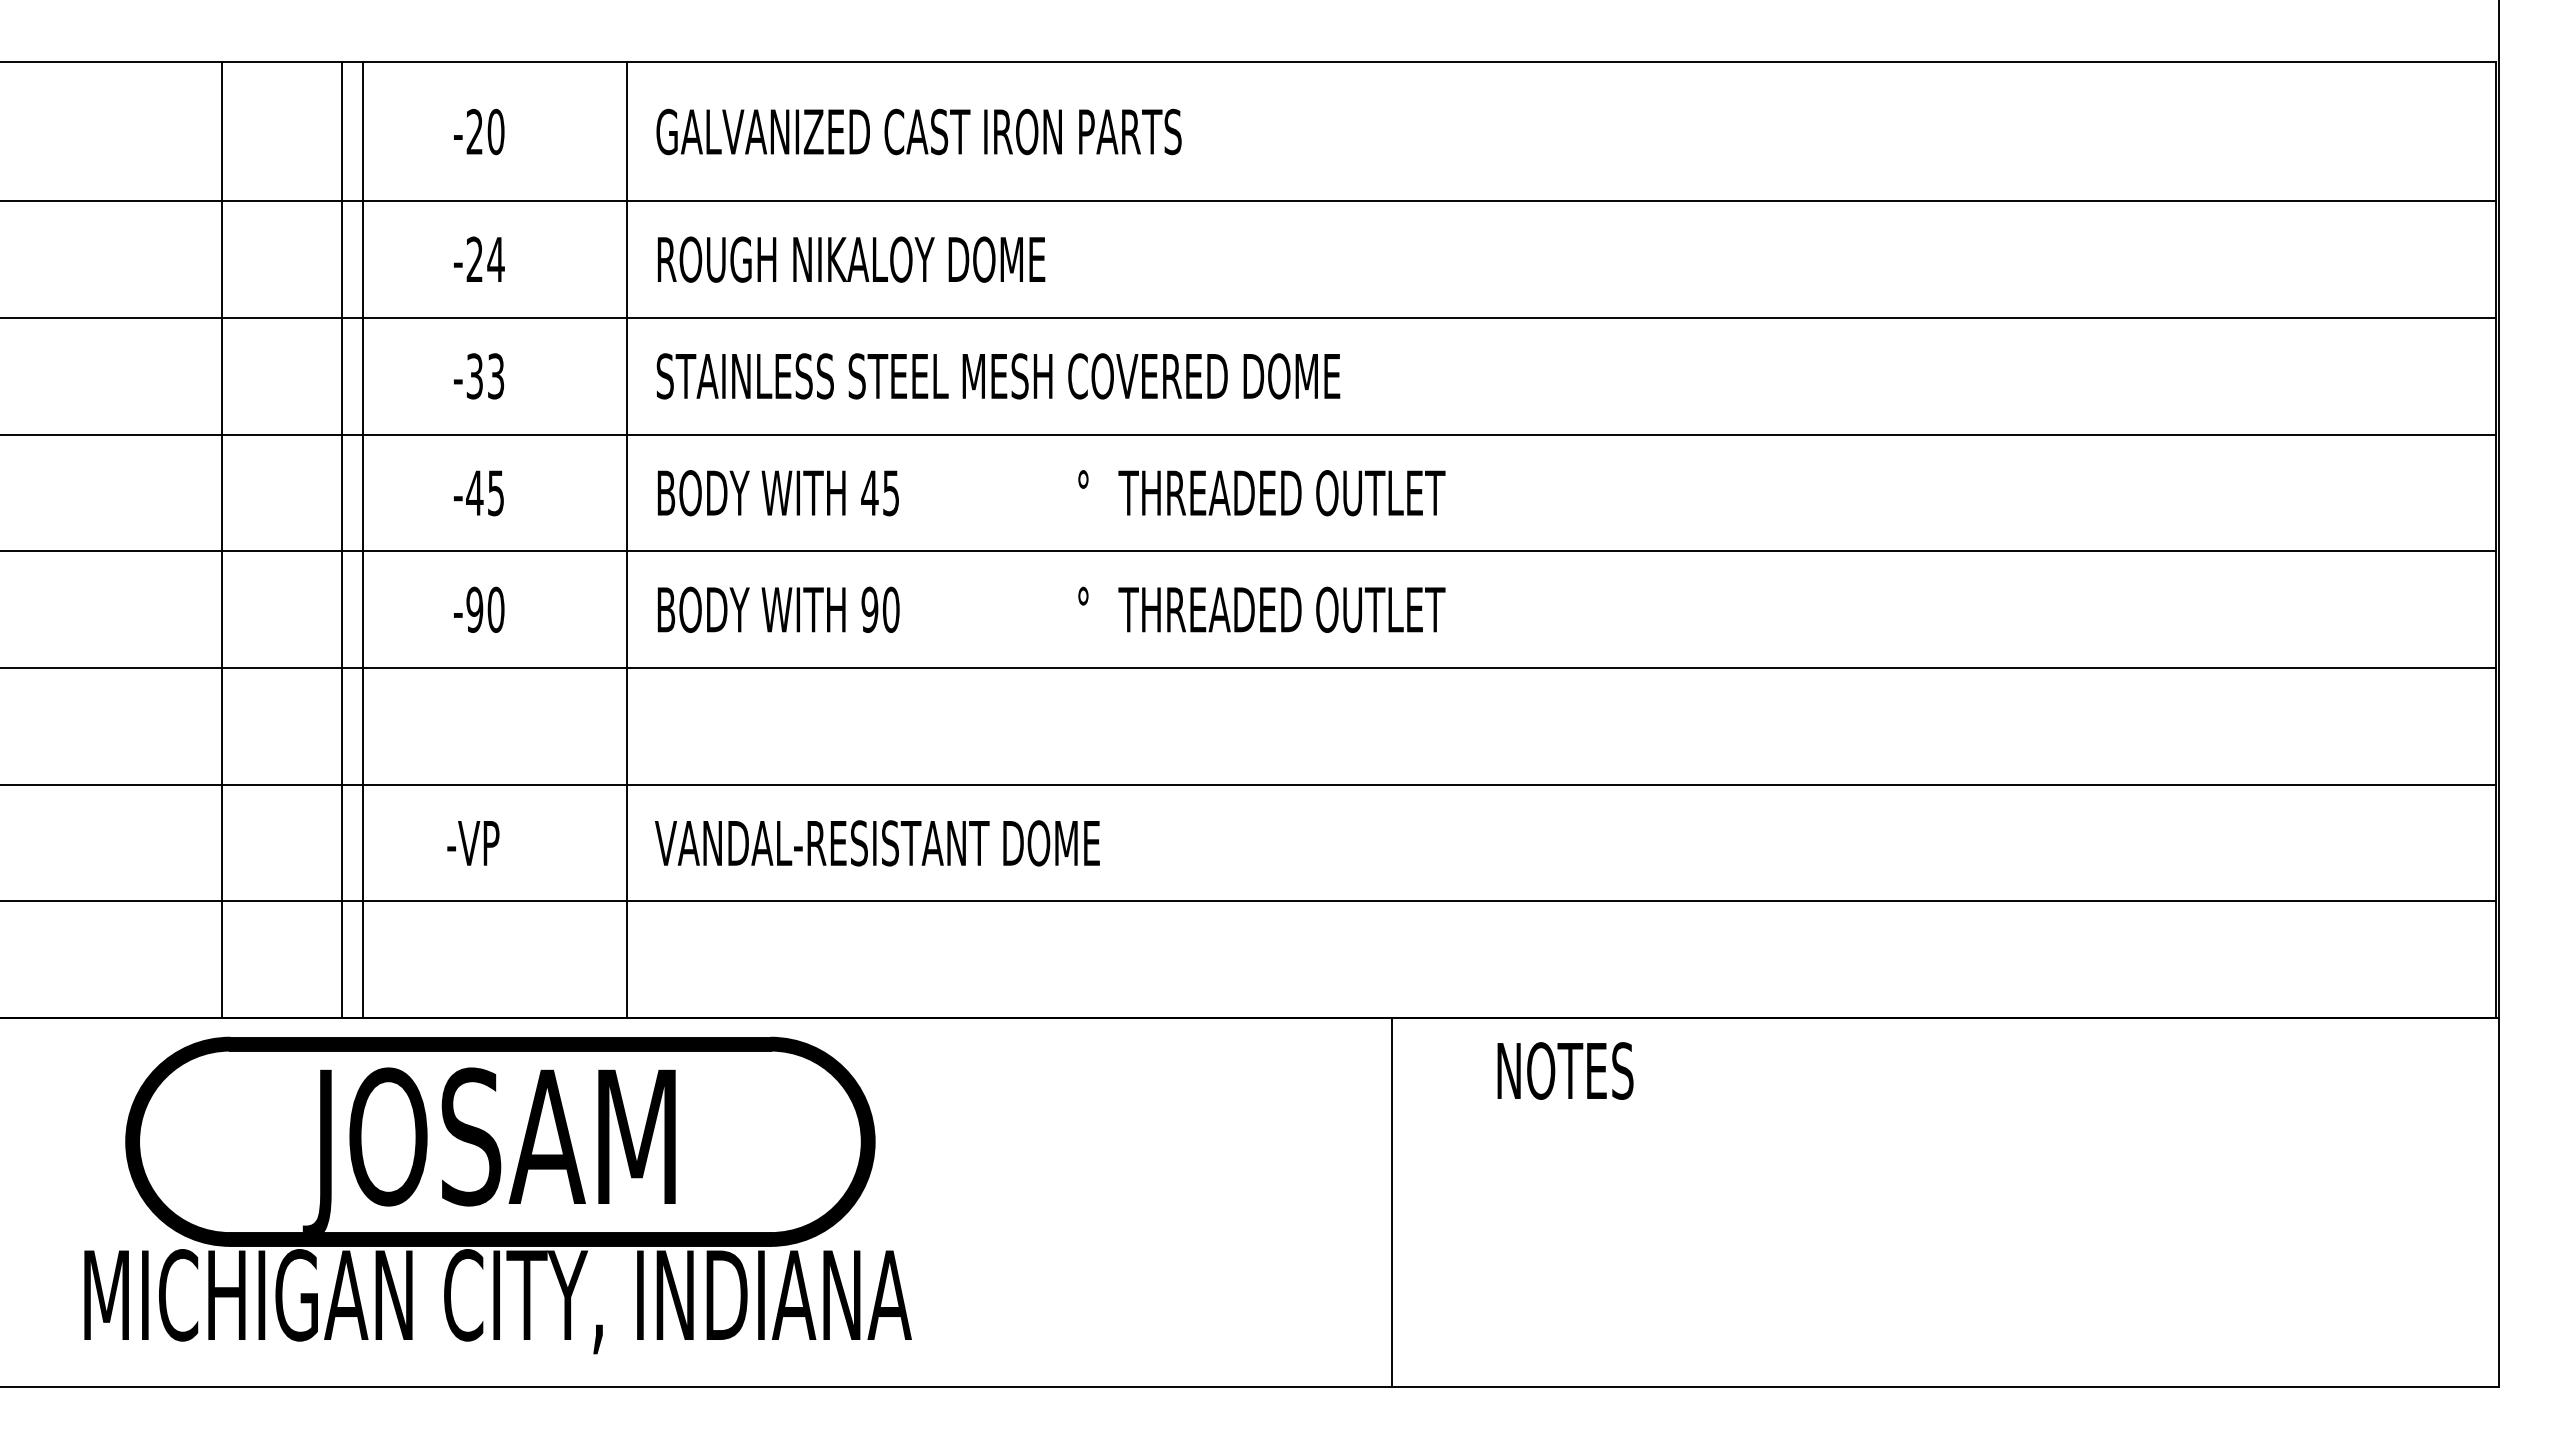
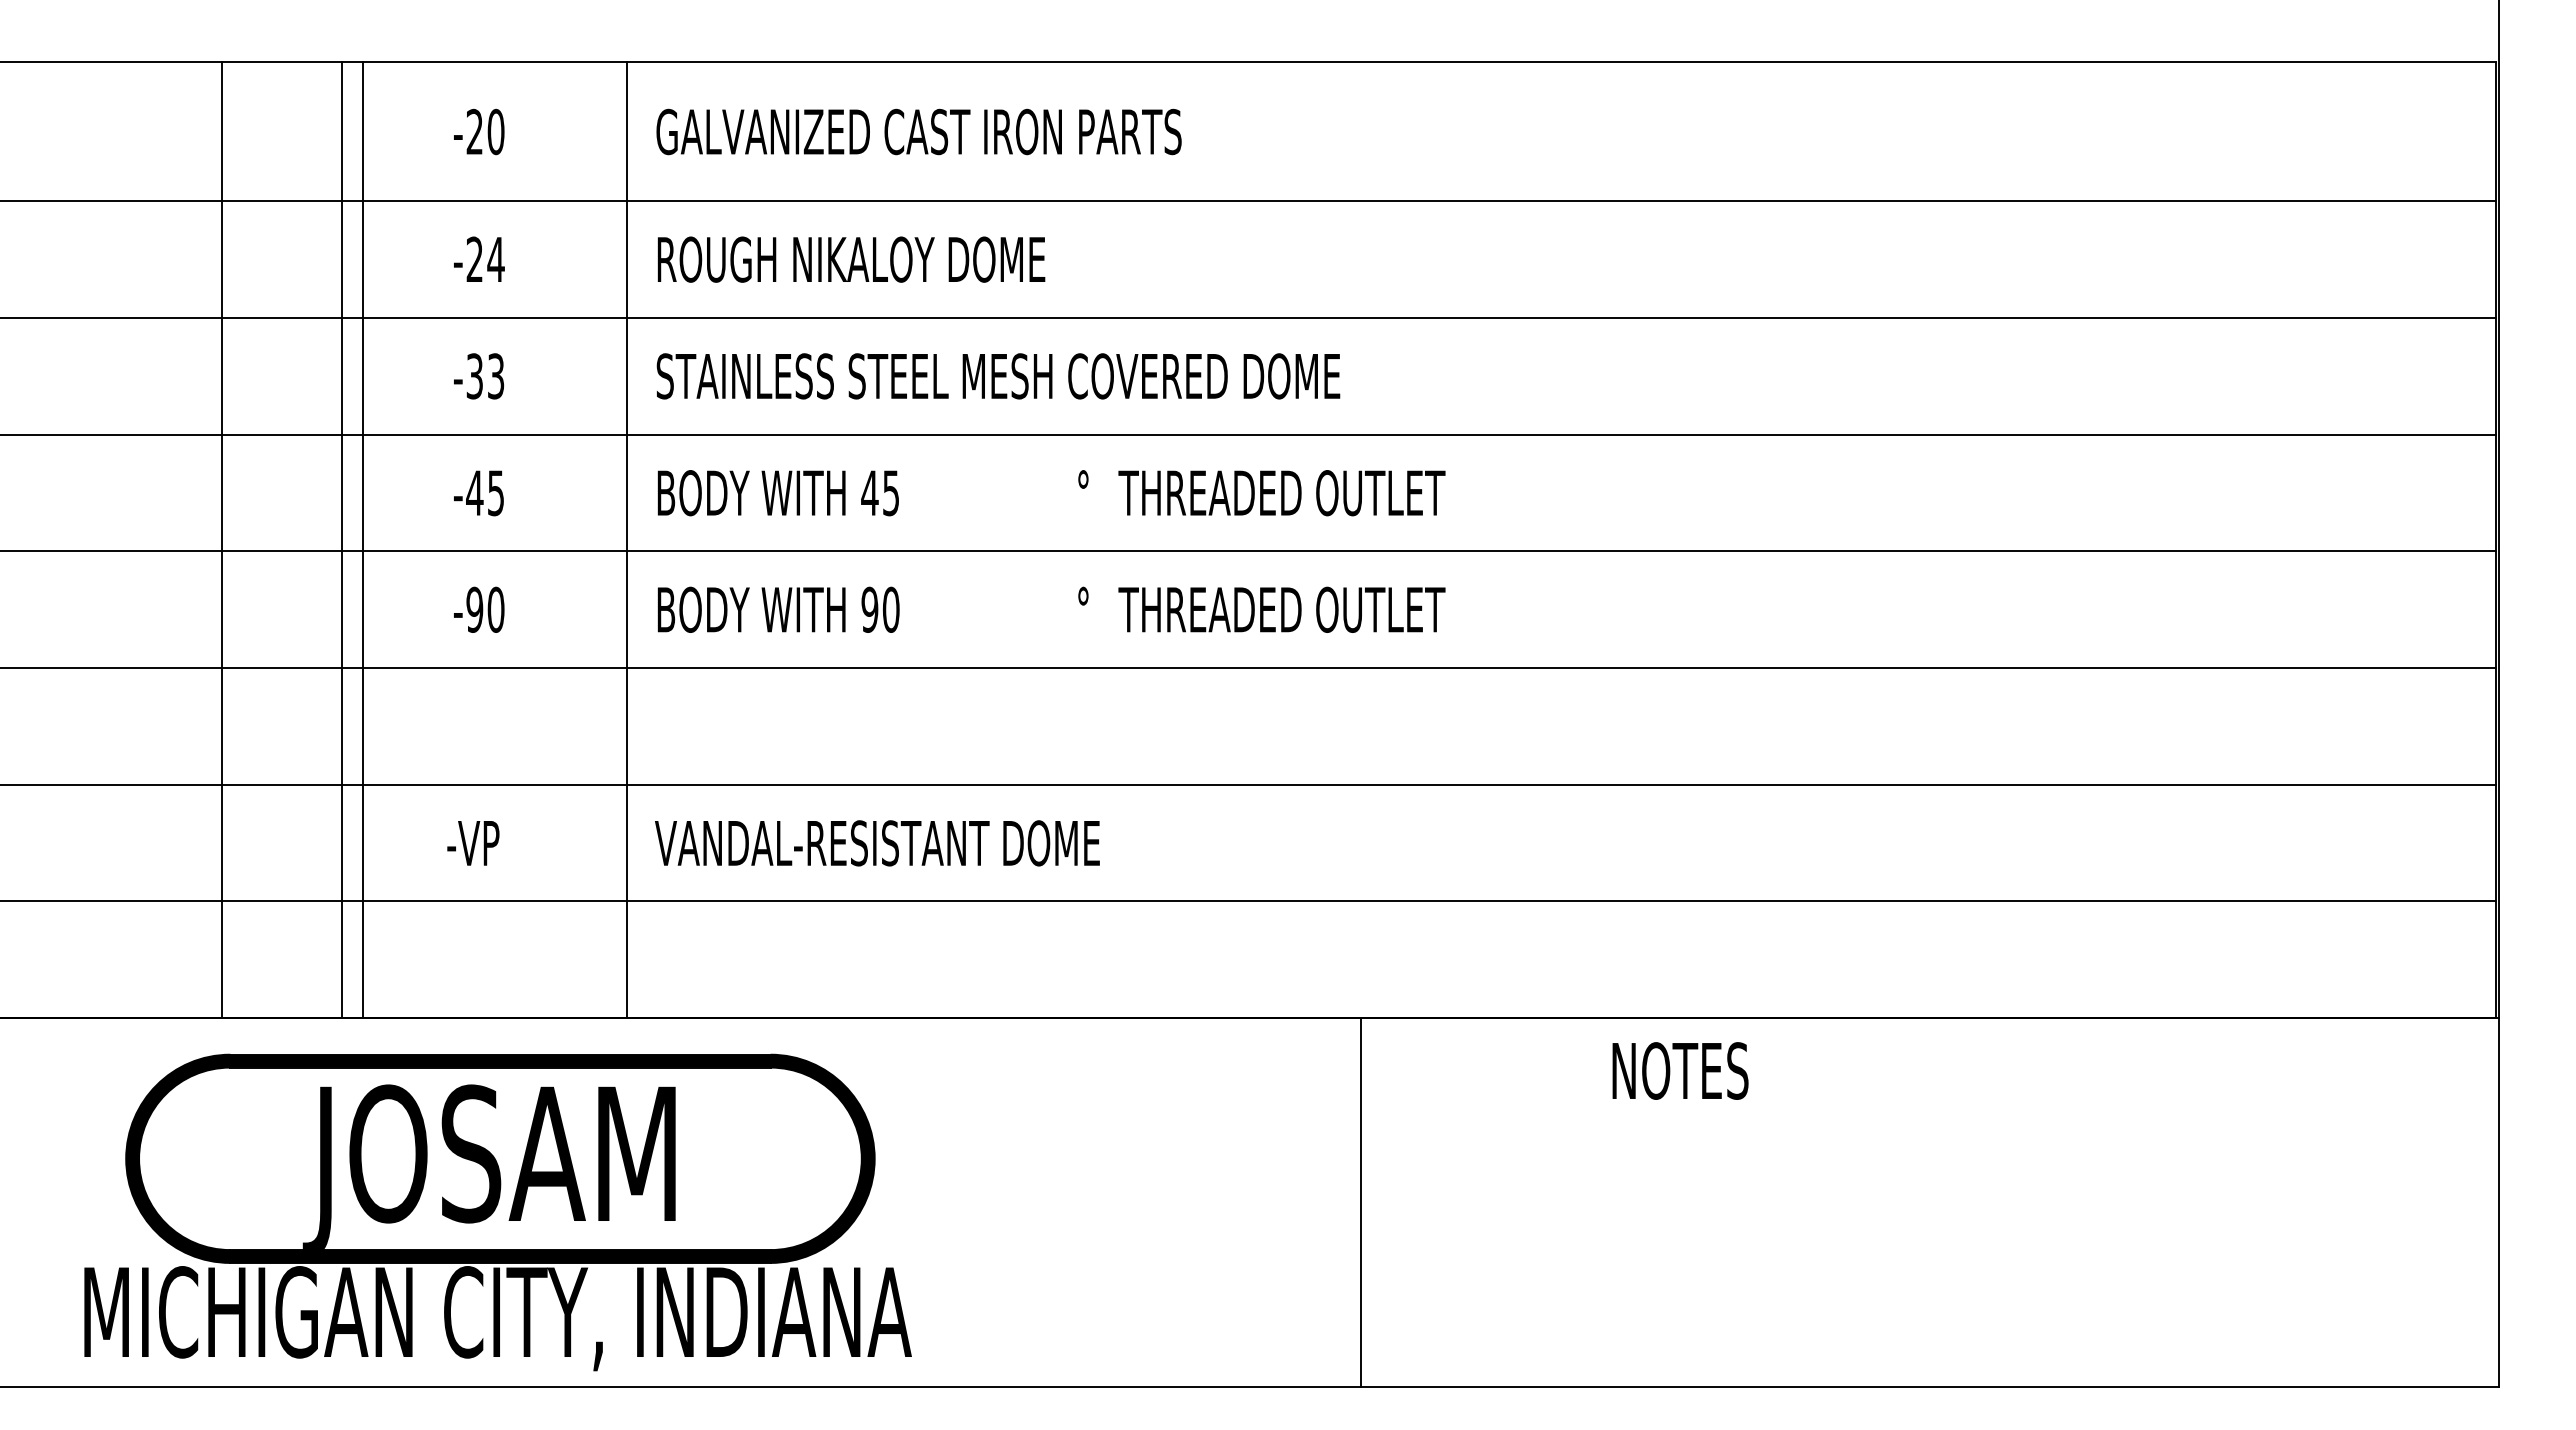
text at (1565, 1070) position: (1565, 1070) -> (1680, 1070)
part at (497, 1195) position: (497, 1195) -> (497, 1212)
line at (1391, 1202) position: (1391, 1202) -> (1360, 1202)
